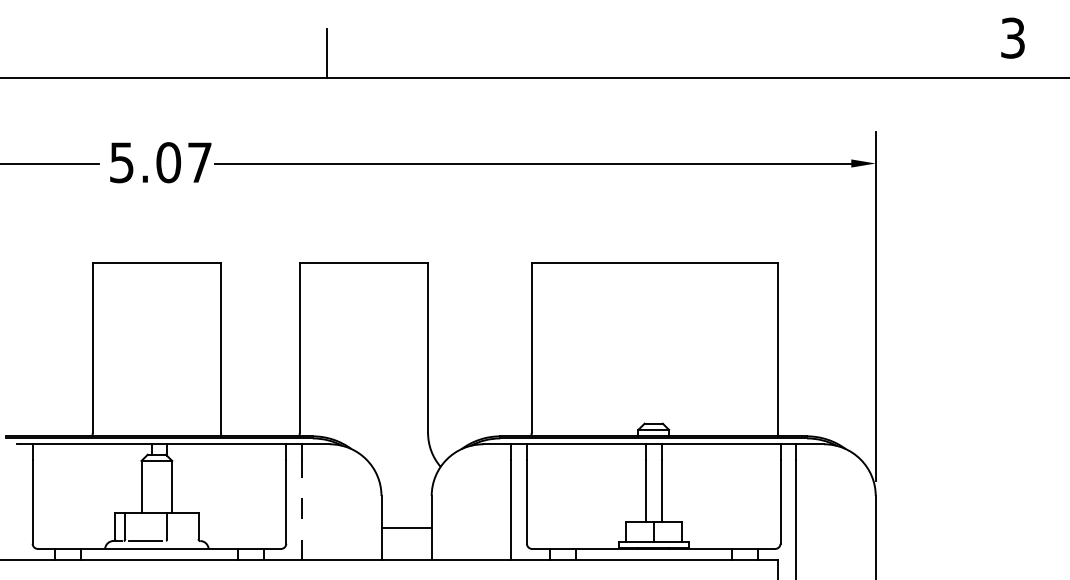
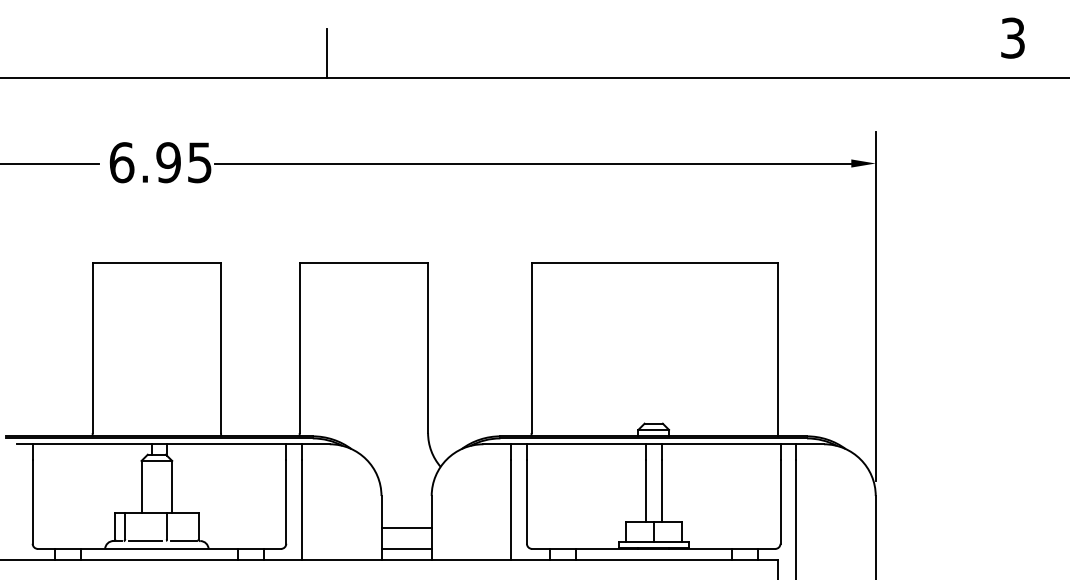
text at (160, 162): 5.07 -> 6.95
line at (301, 509): dashed -> solid
line at (183, 541): none -> present
line at (406, 548): none -> present
